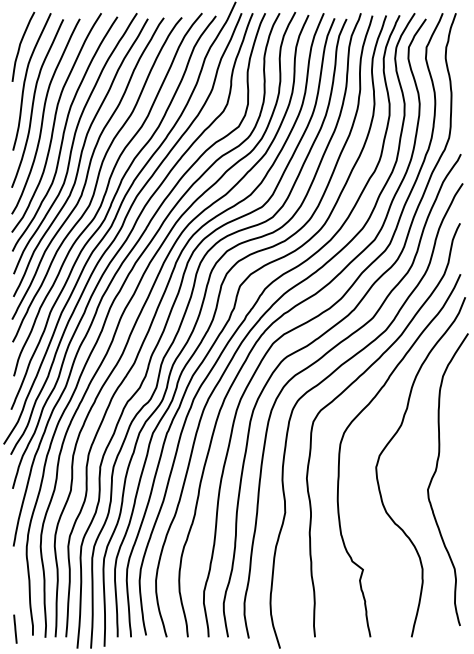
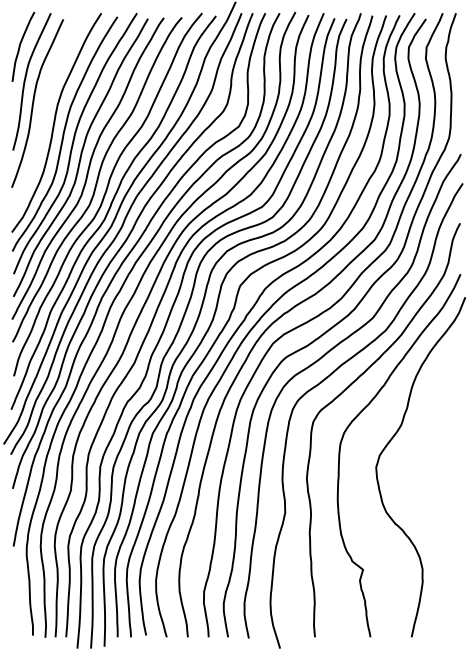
curve at (43, 116): present -> none
curve at (435, 474): present -> none
line at (15, 628): present -> none
